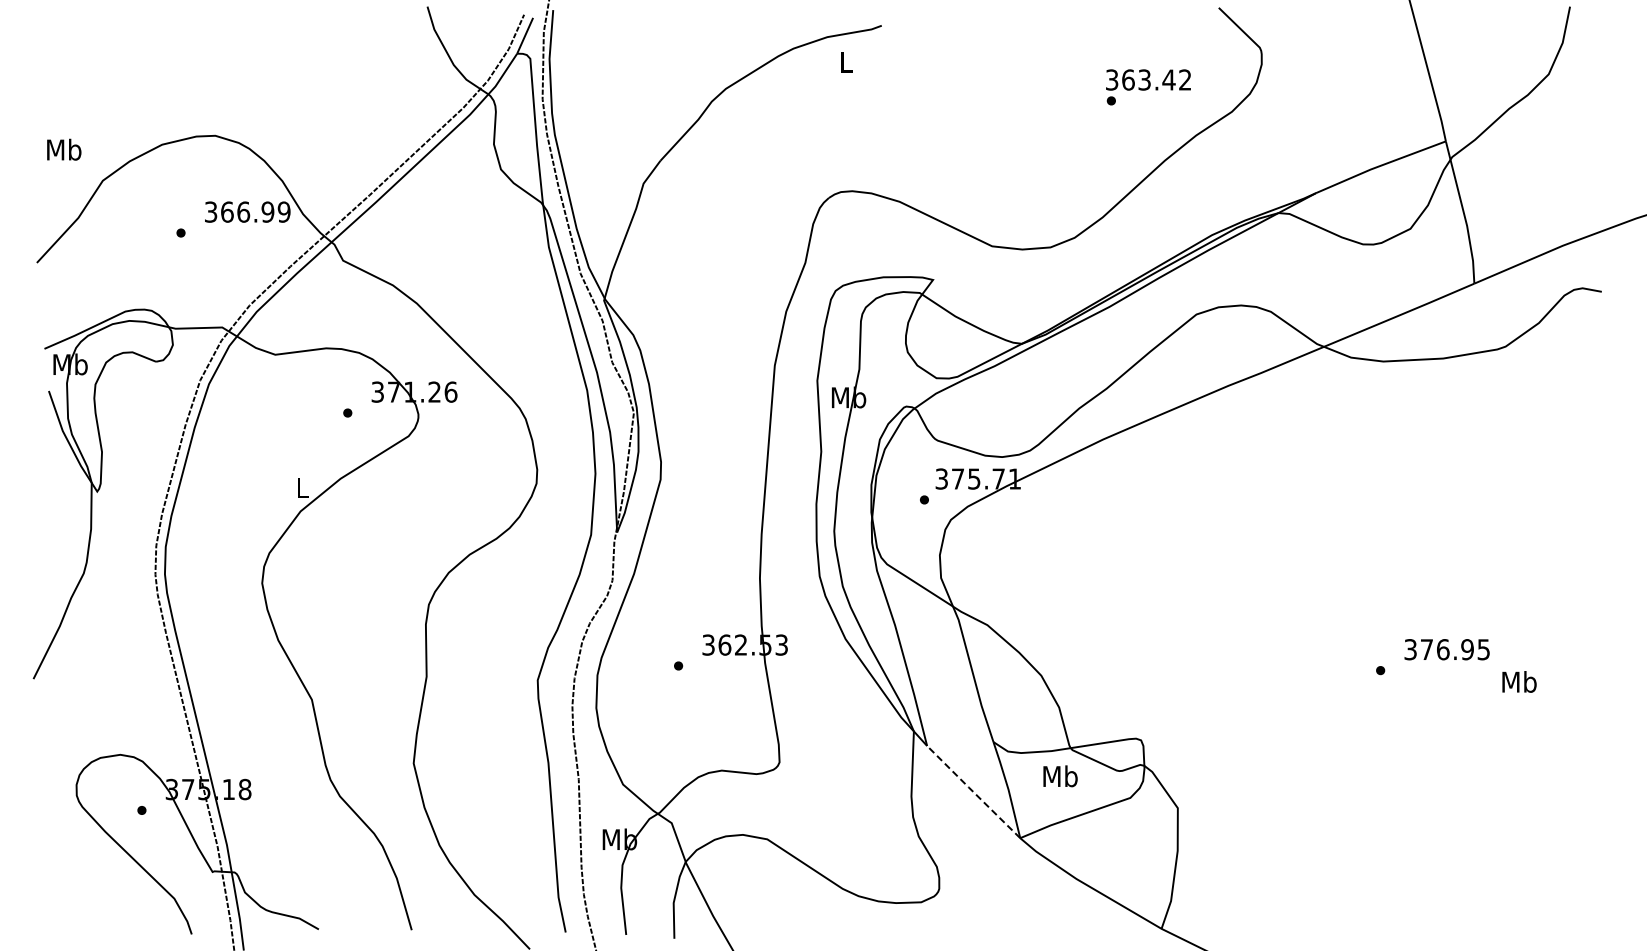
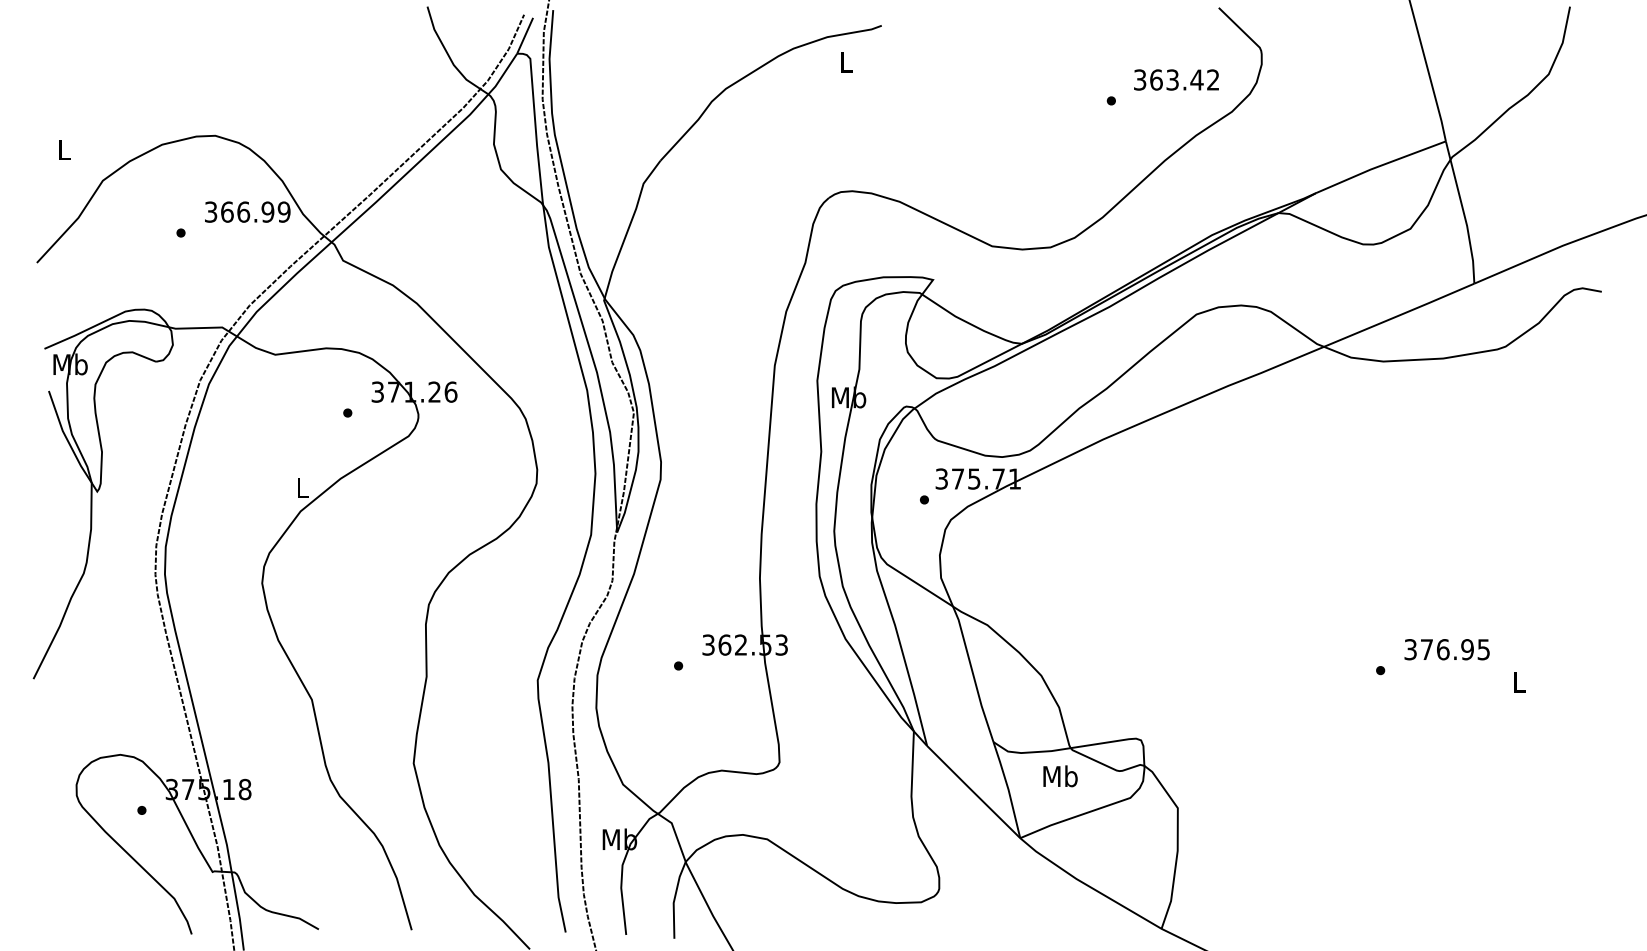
text at (1148, 79) position: (1148, 79) -> (1176, 79)
text at (64, 149): Mb -> L
text at (1519, 681): Mb -> L
line at (973, 791): dashed -> solid
